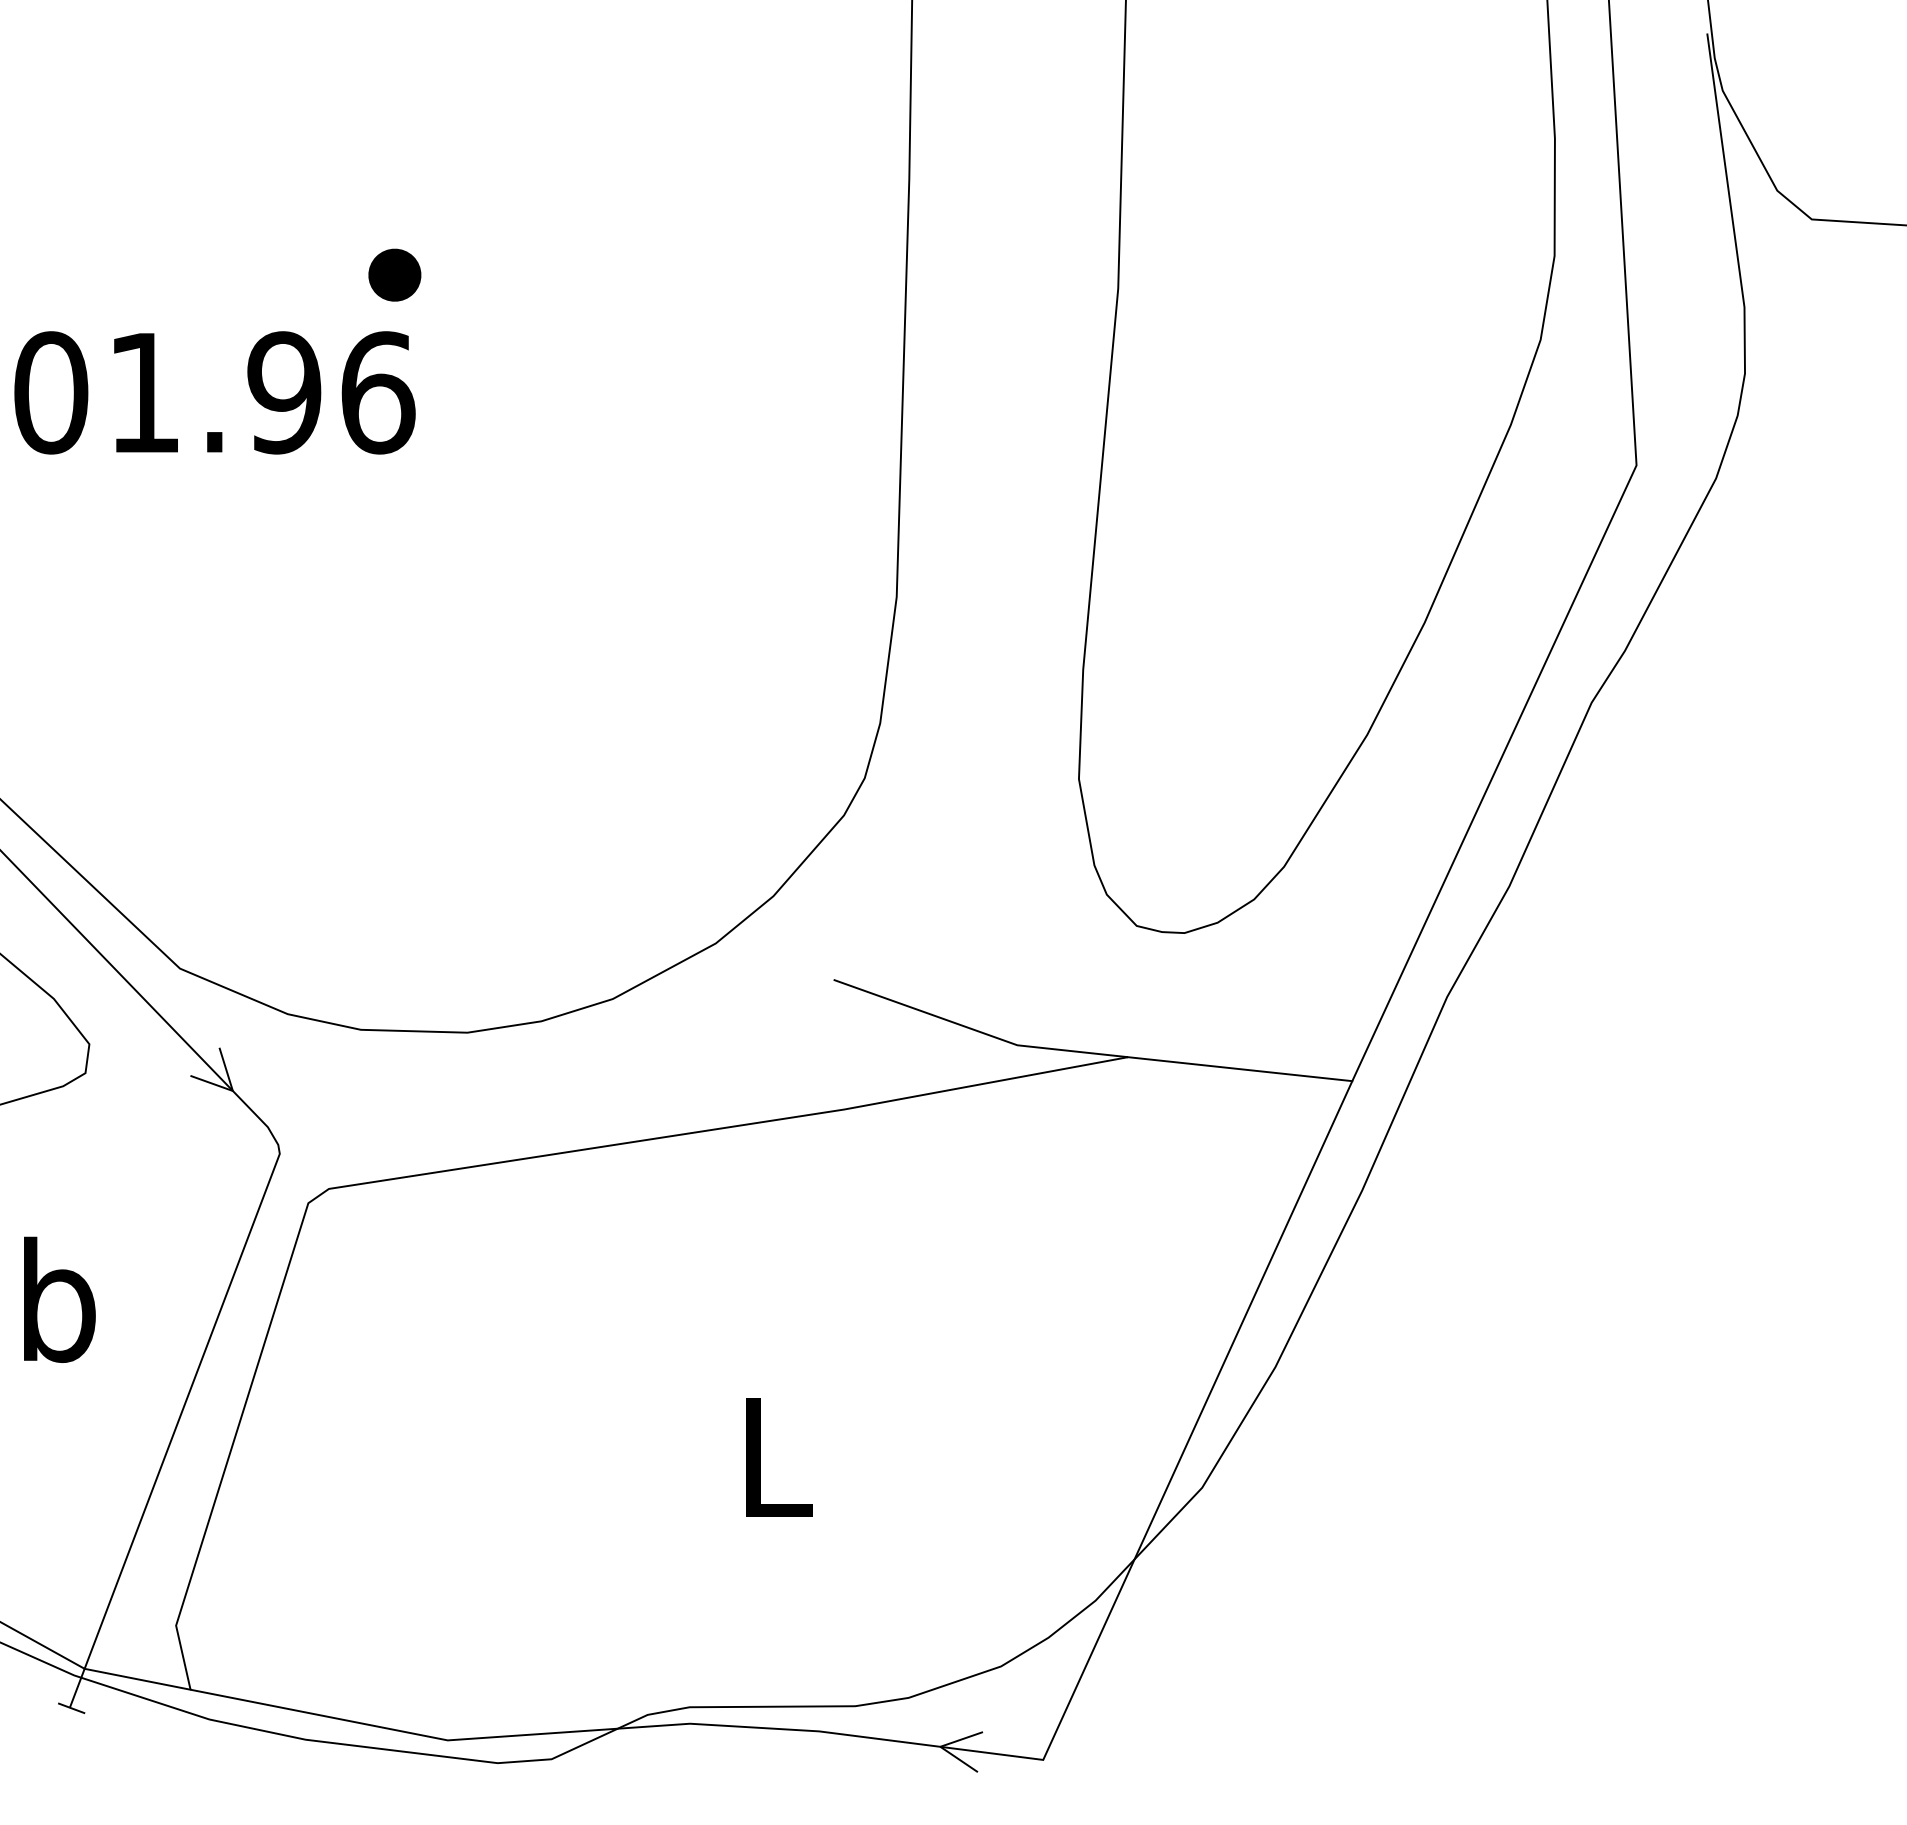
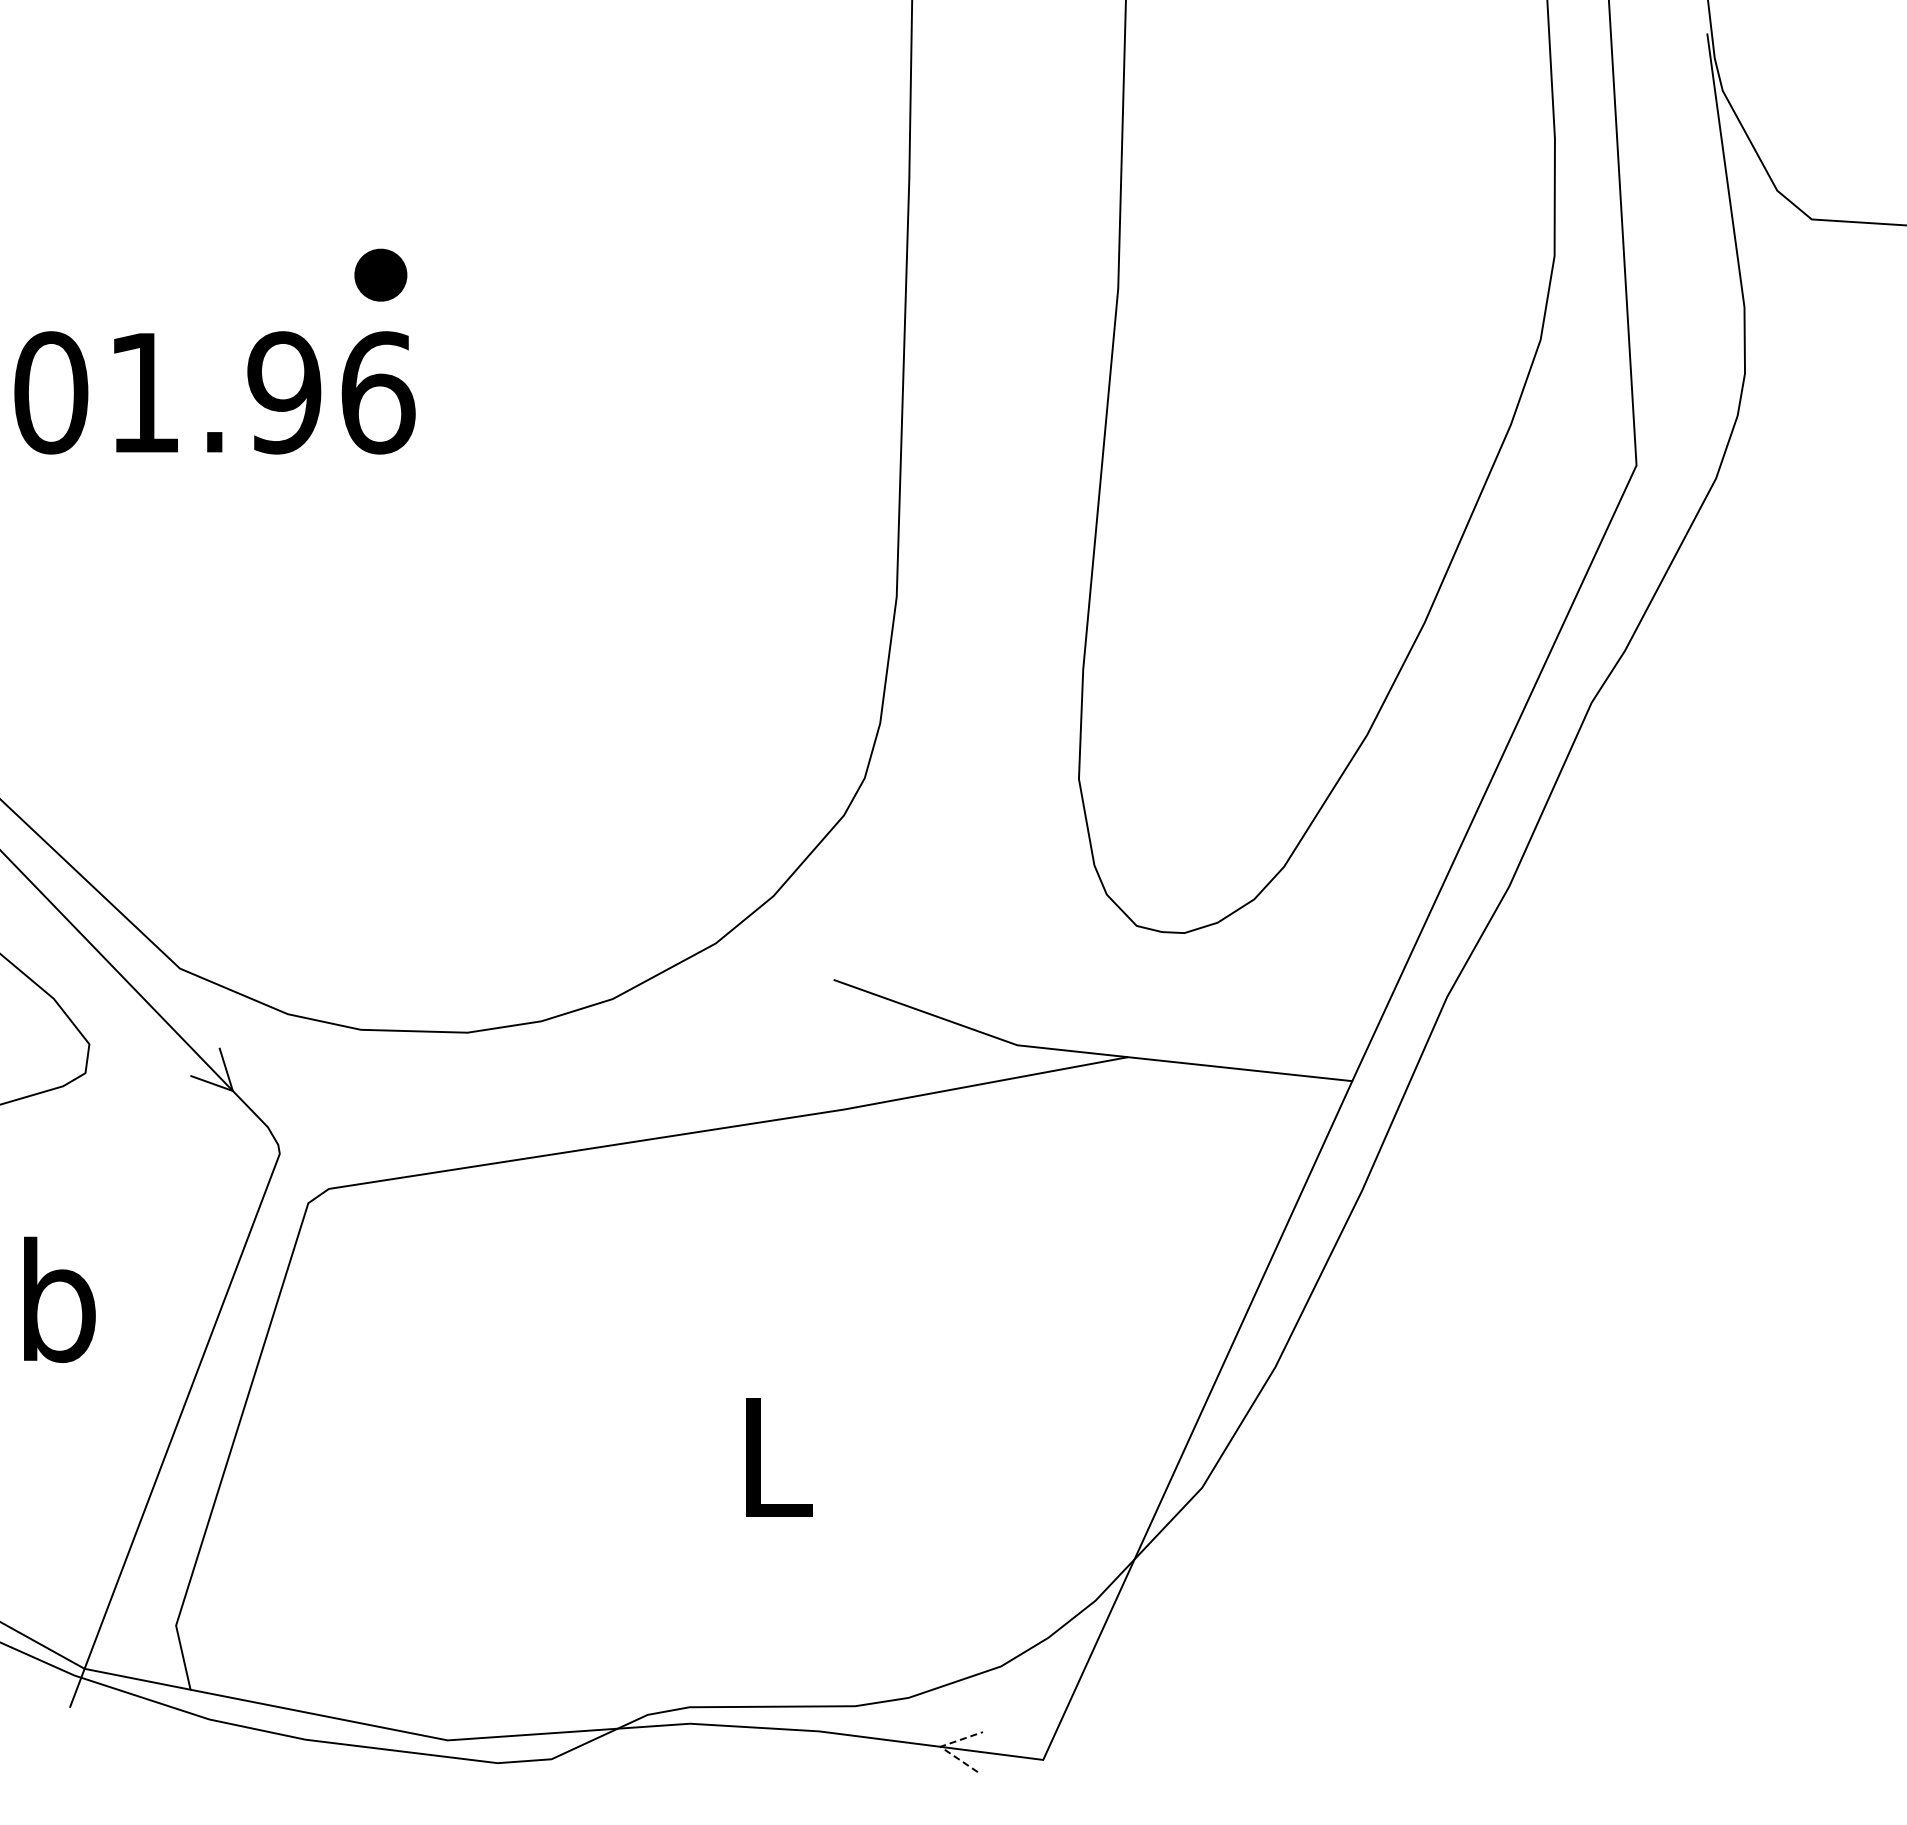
part at (394, 274) position: (394, 274) -> (380, 274)
line at (71, 1708): present -> none
line at (940, 1746): solid -> dashed
